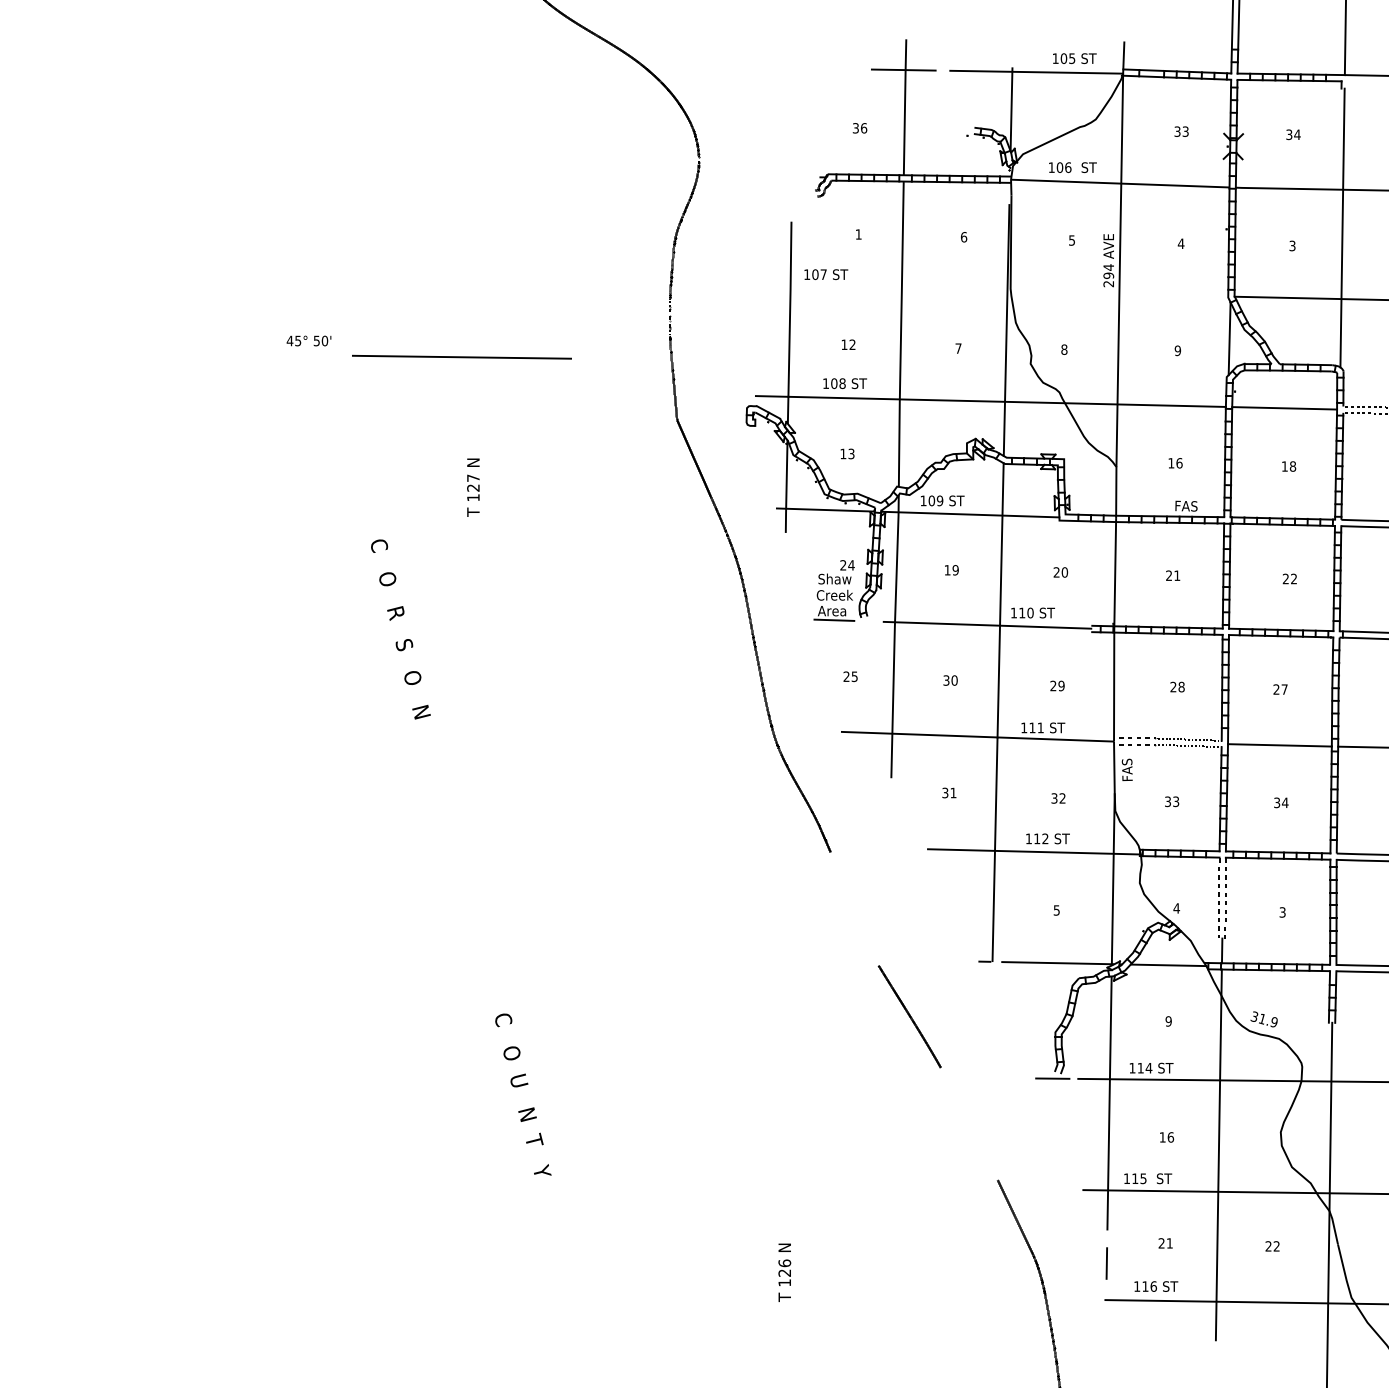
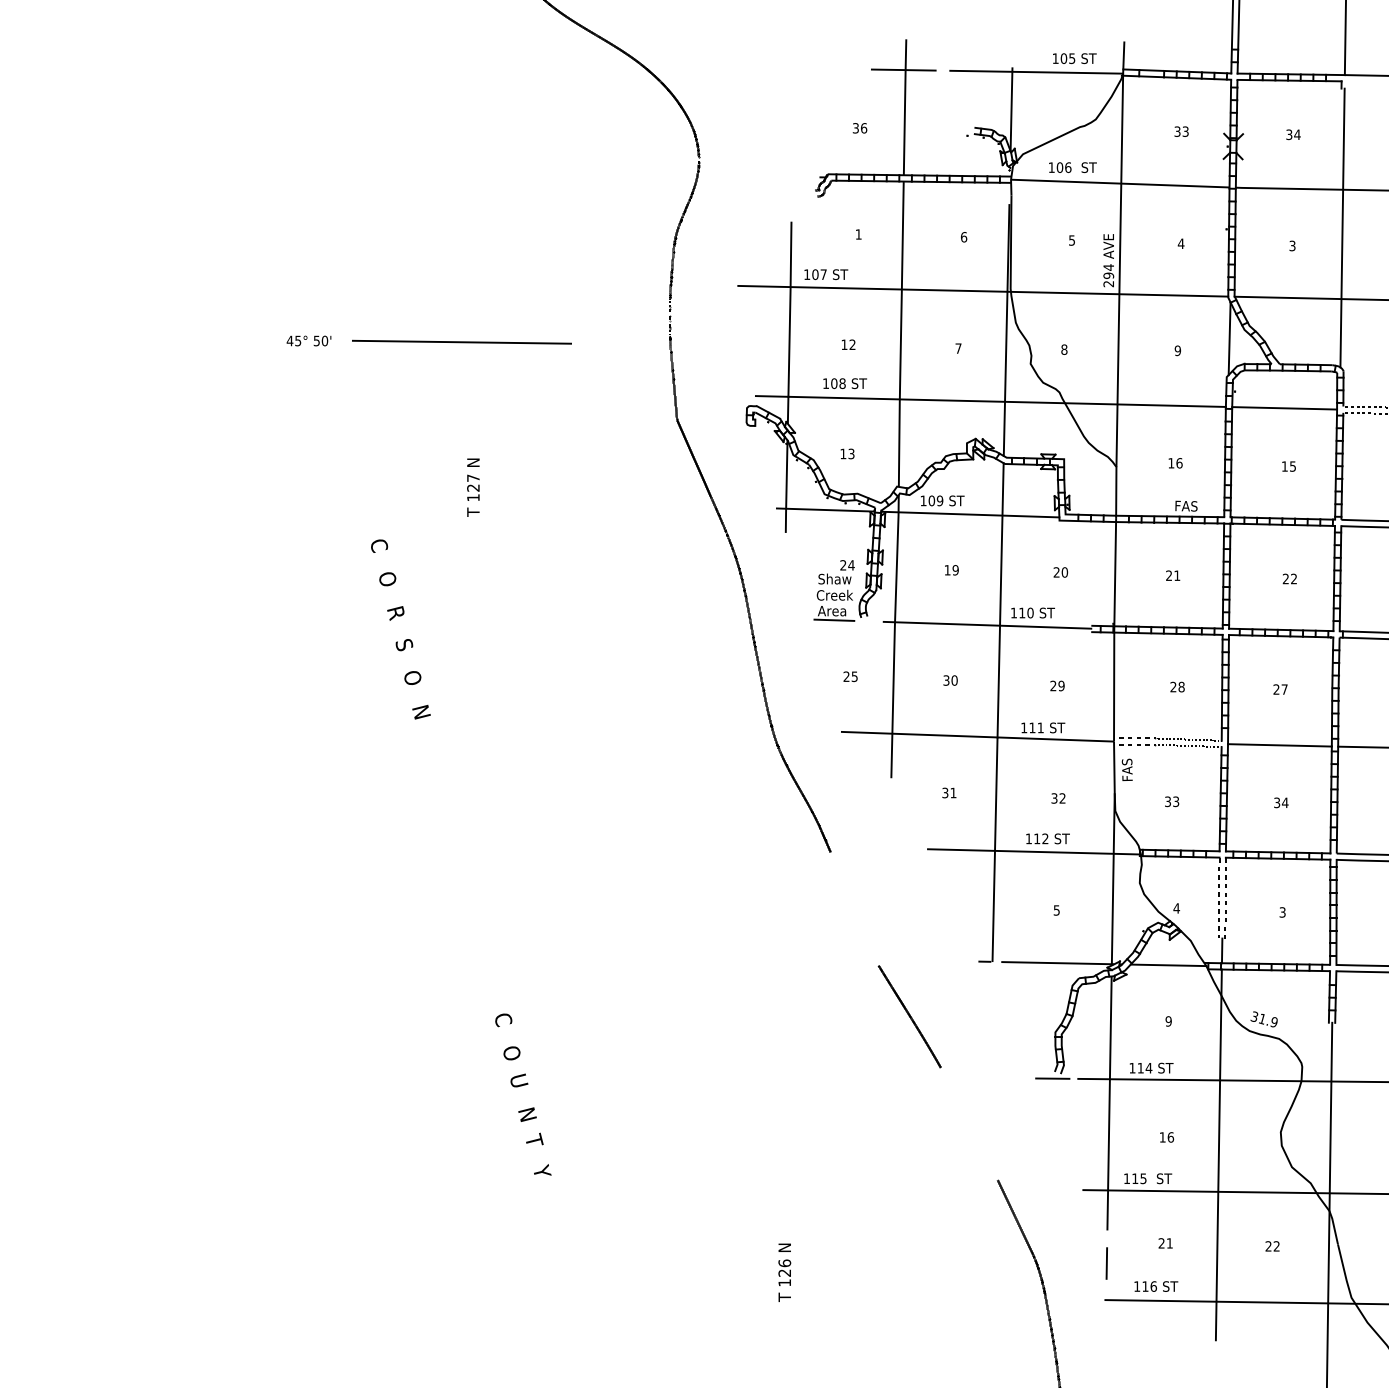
line at (983, 290): none -> present
line at (461, 356) position: (461, 356) -> (461, 341)
text at (1292, 466): 18 -> 15
